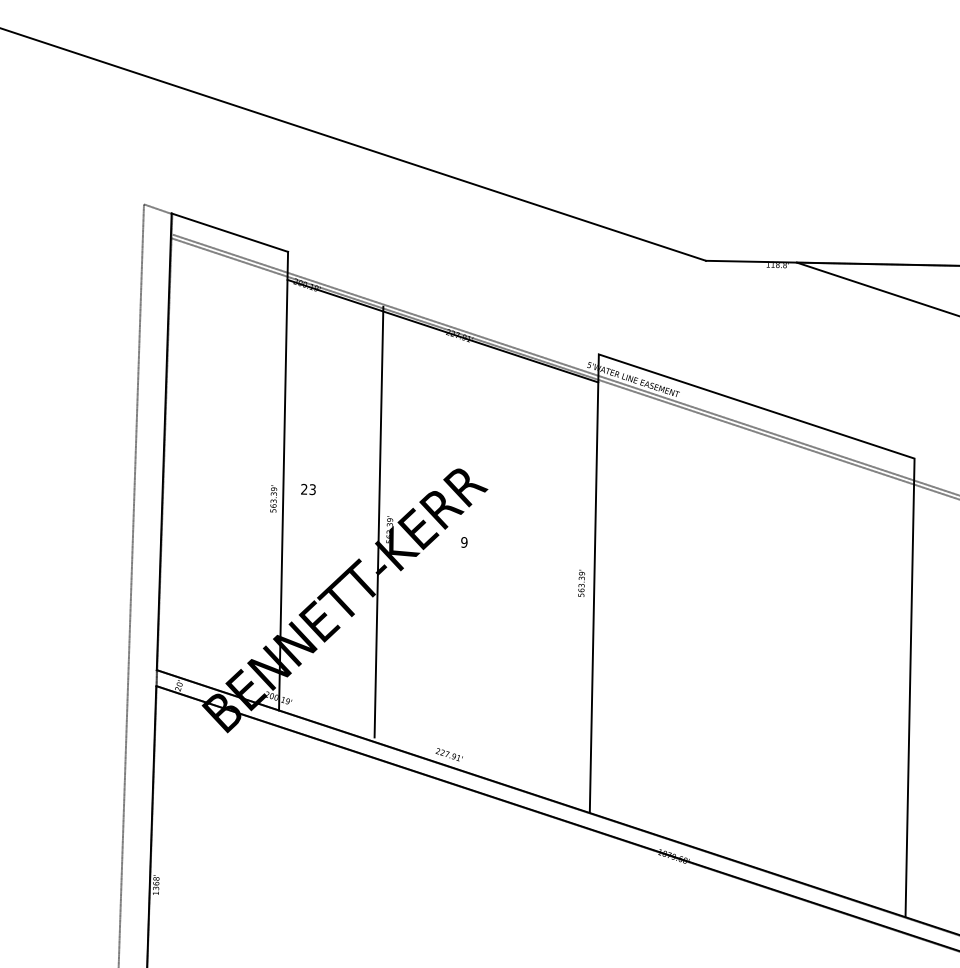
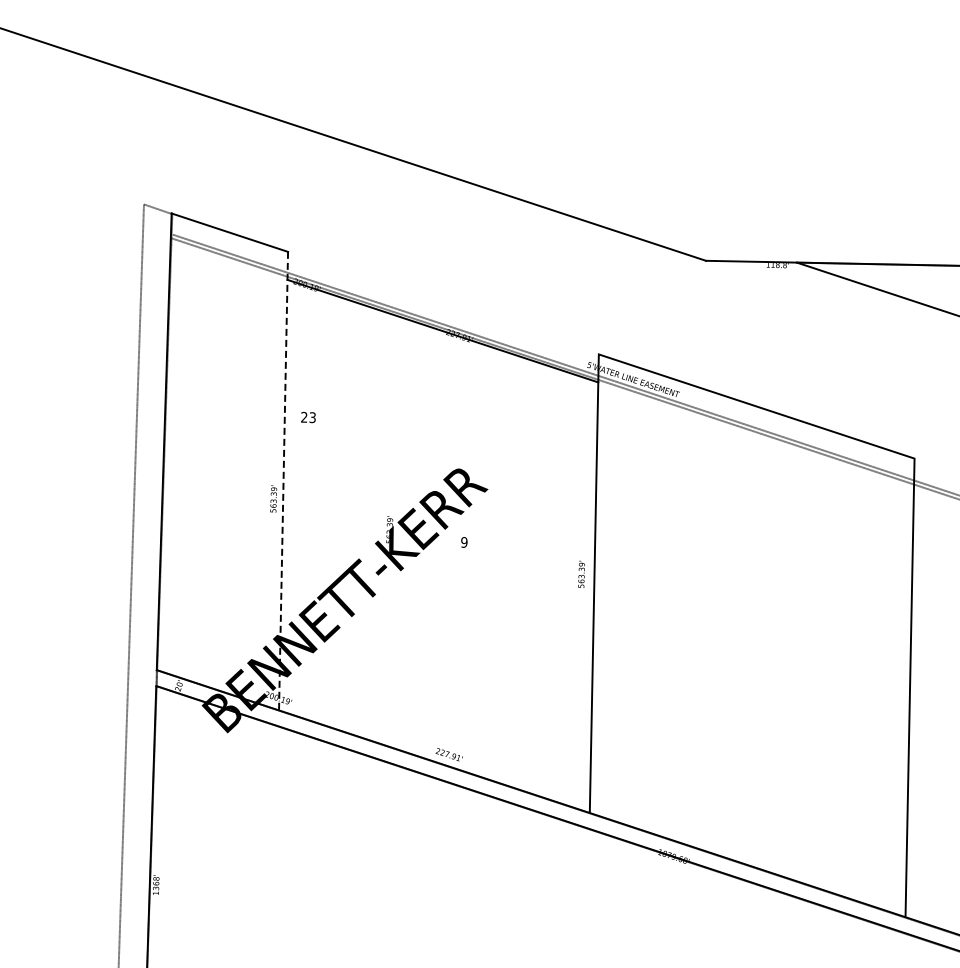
line at (283, 481): solid -> dashed
text at (308, 489) position: (308, 489) -> (308, 417)
line at (378, 521): present -> none
text at (581, 582) position: (581, 582) -> (581, 573)
